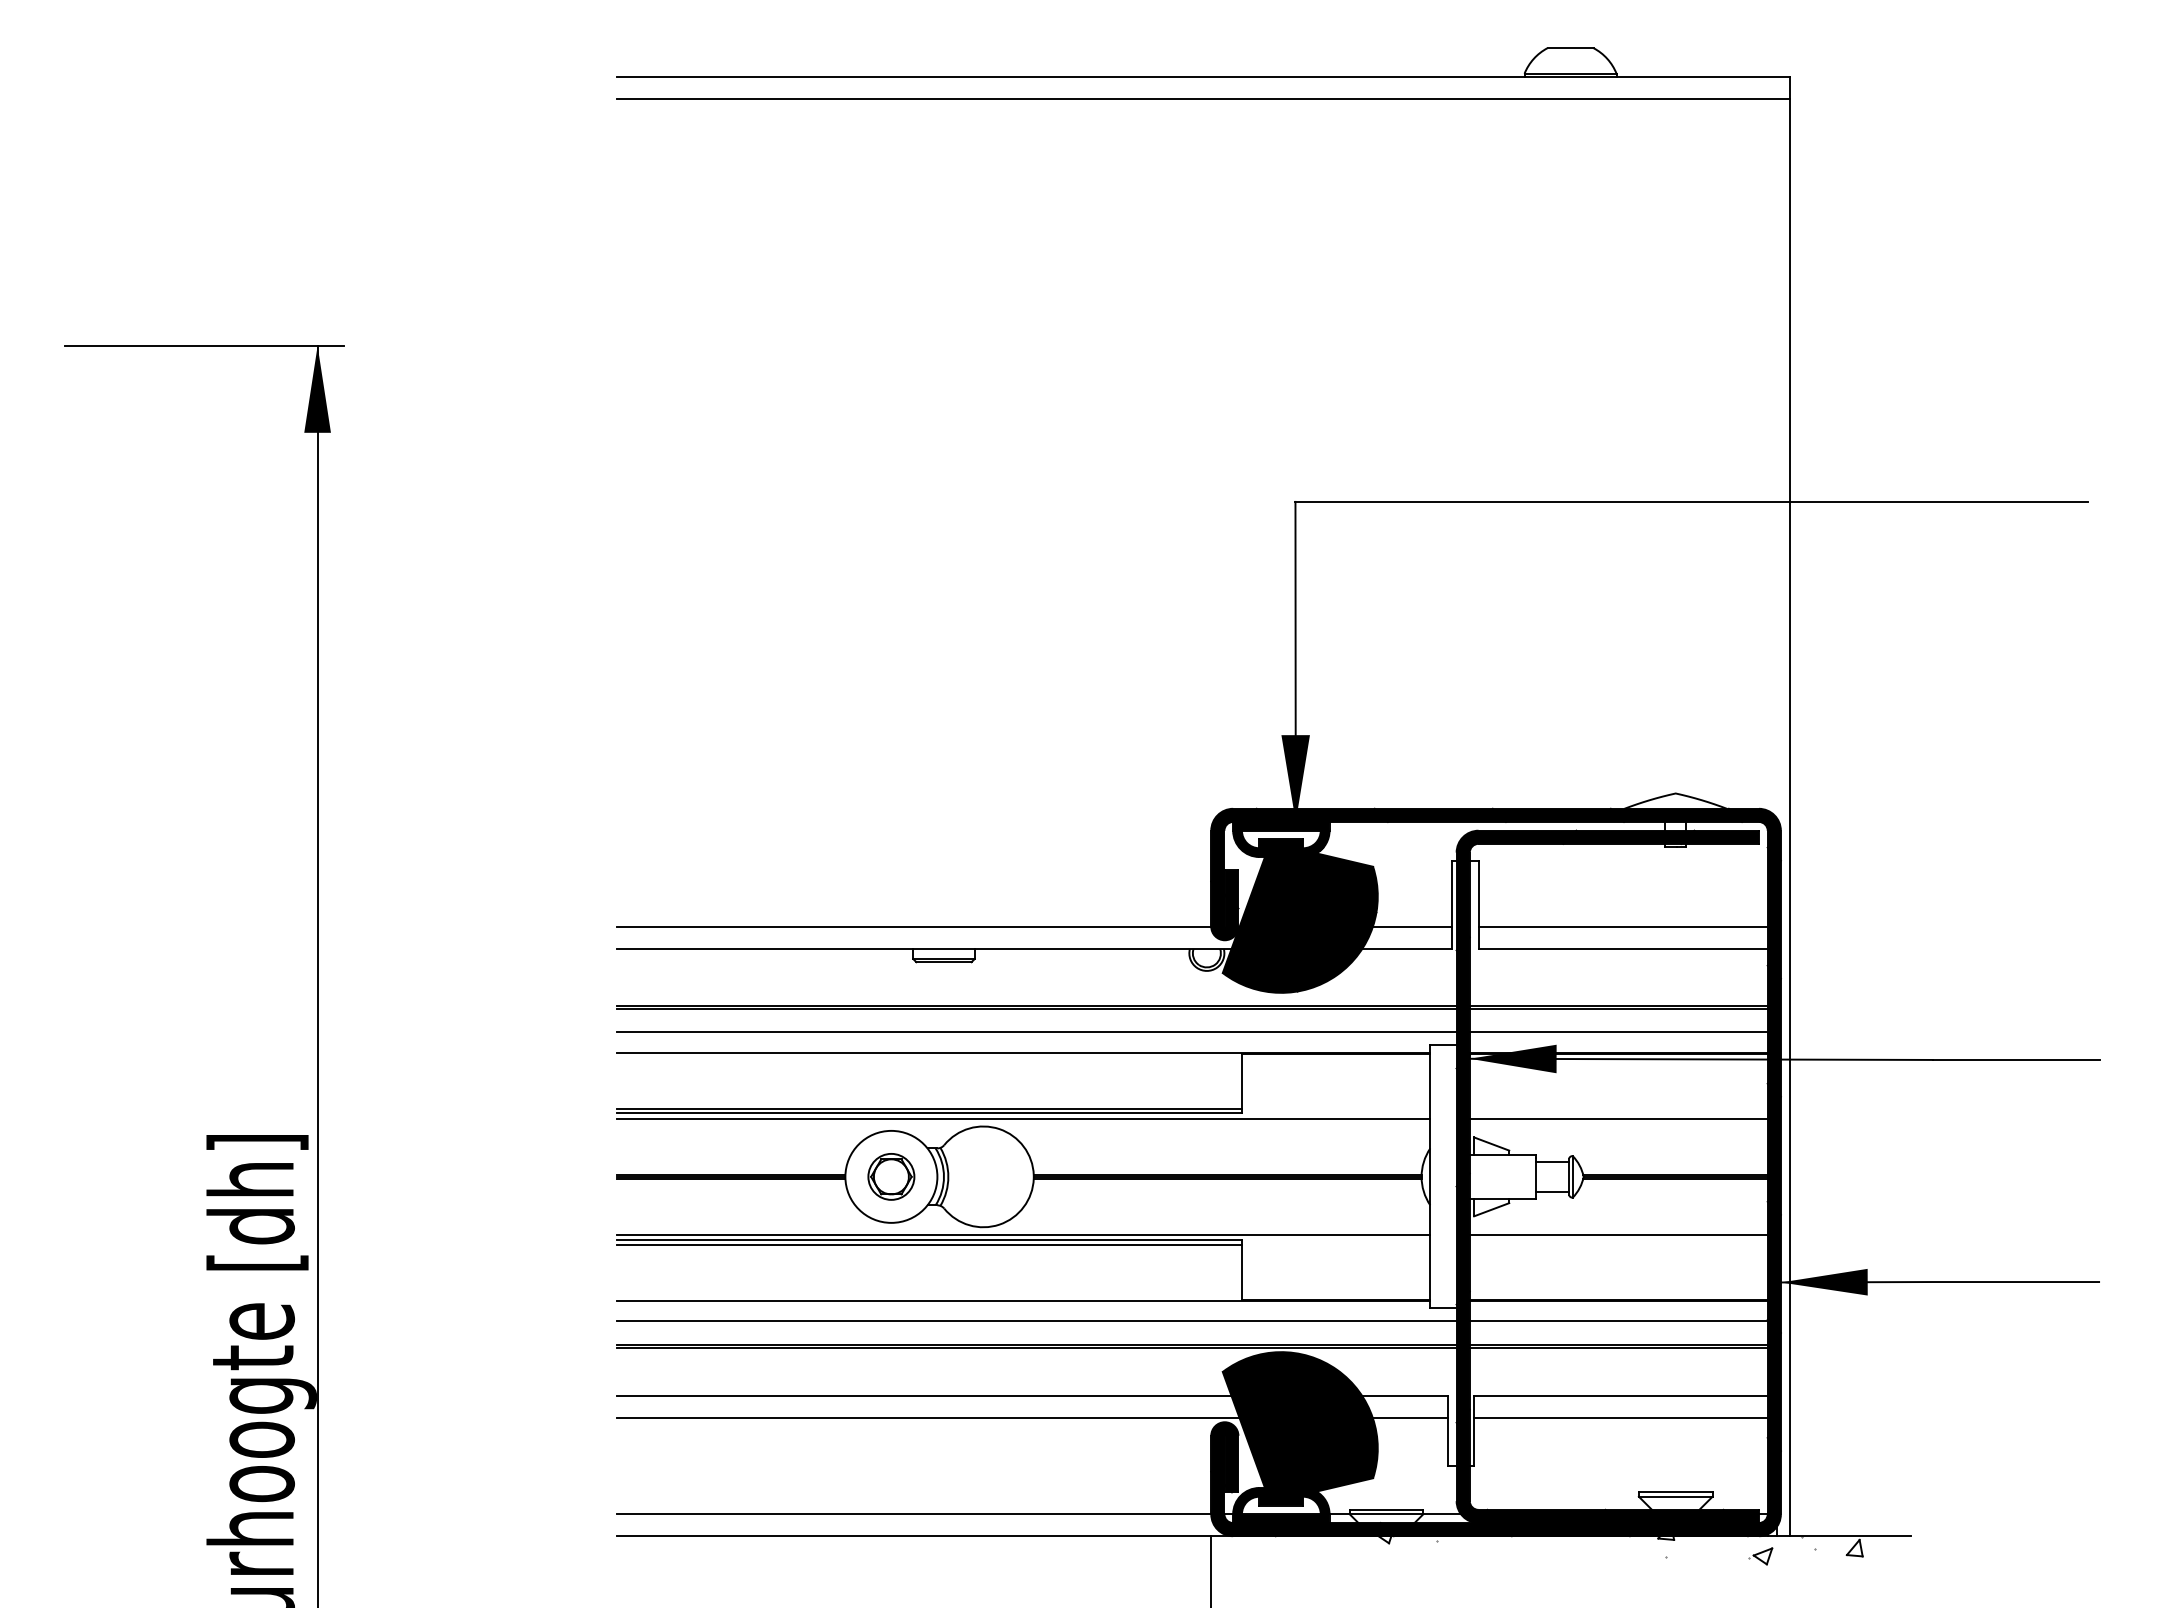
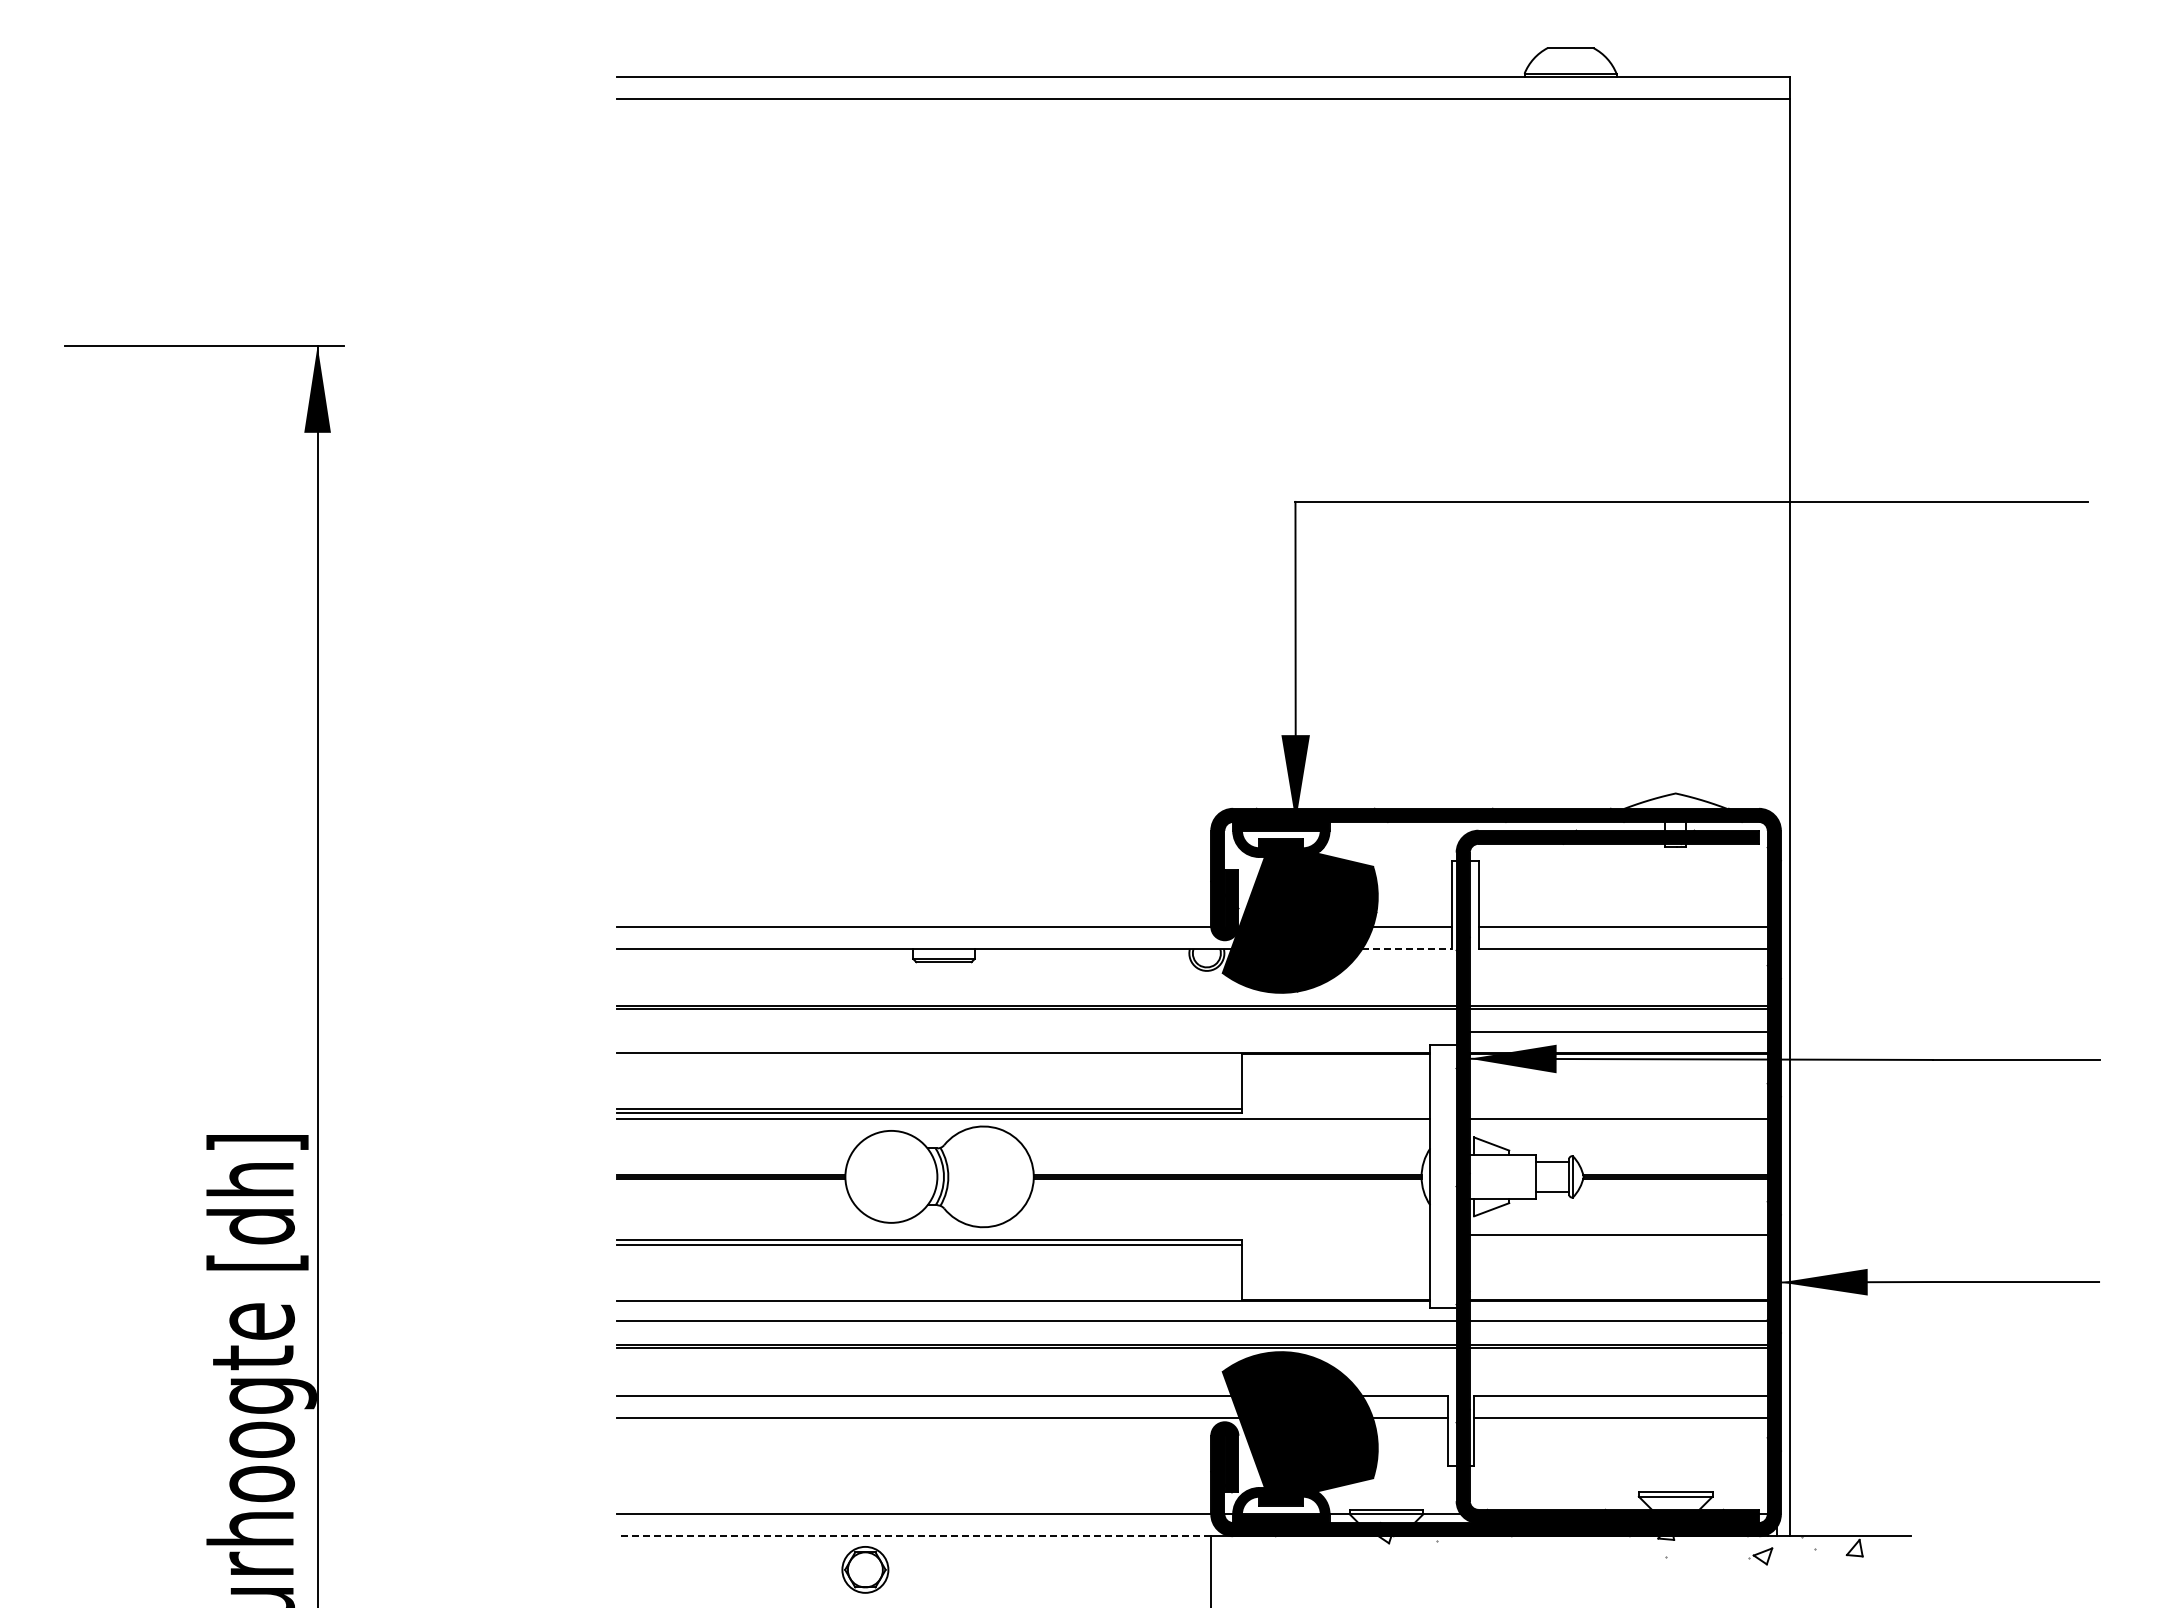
line at (1407, 949): solid -> dashed
line at (1036, 1032): present -> none
part at (891, 1176) position: (891, 1176) -> (865, 1569)
line at (1023, 1234): present -> none
line at (913, 1536): solid -> dashed
